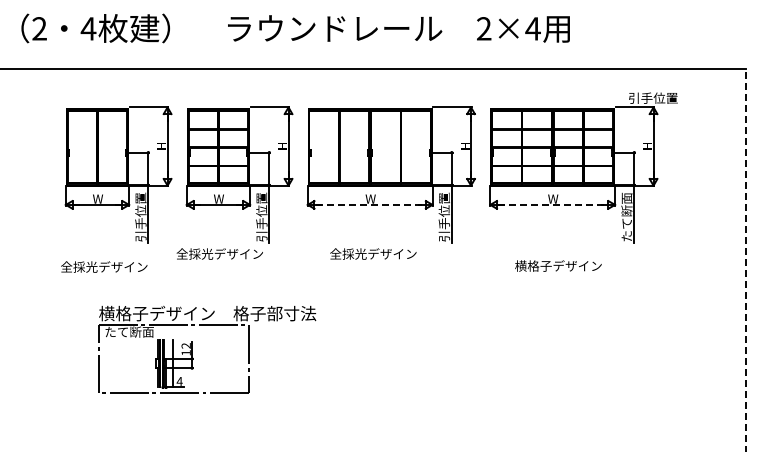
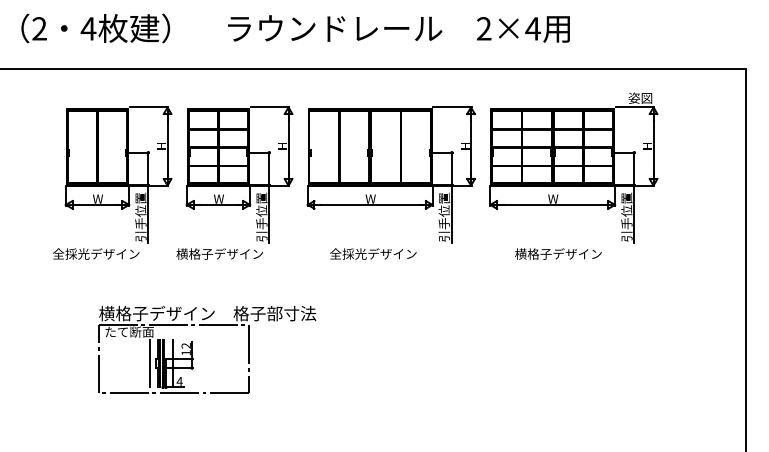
text at (652, 97): 引手位置 -> 姿図
line at (370, 204): dashed -> solid
line at (552, 204): dashed -> solid
text at (626, 216): たて断面 -> 引手位置
text at (194, 253): 全採光デザイン -> 横格子デザイン
line at (745, 259): dashed -> solid
text at (558, 265) position: (558, 265) -> (558, 253)
text at (104, 266) position: (104, 266) -> (96, 253)
line at (149, 363): none -> present
